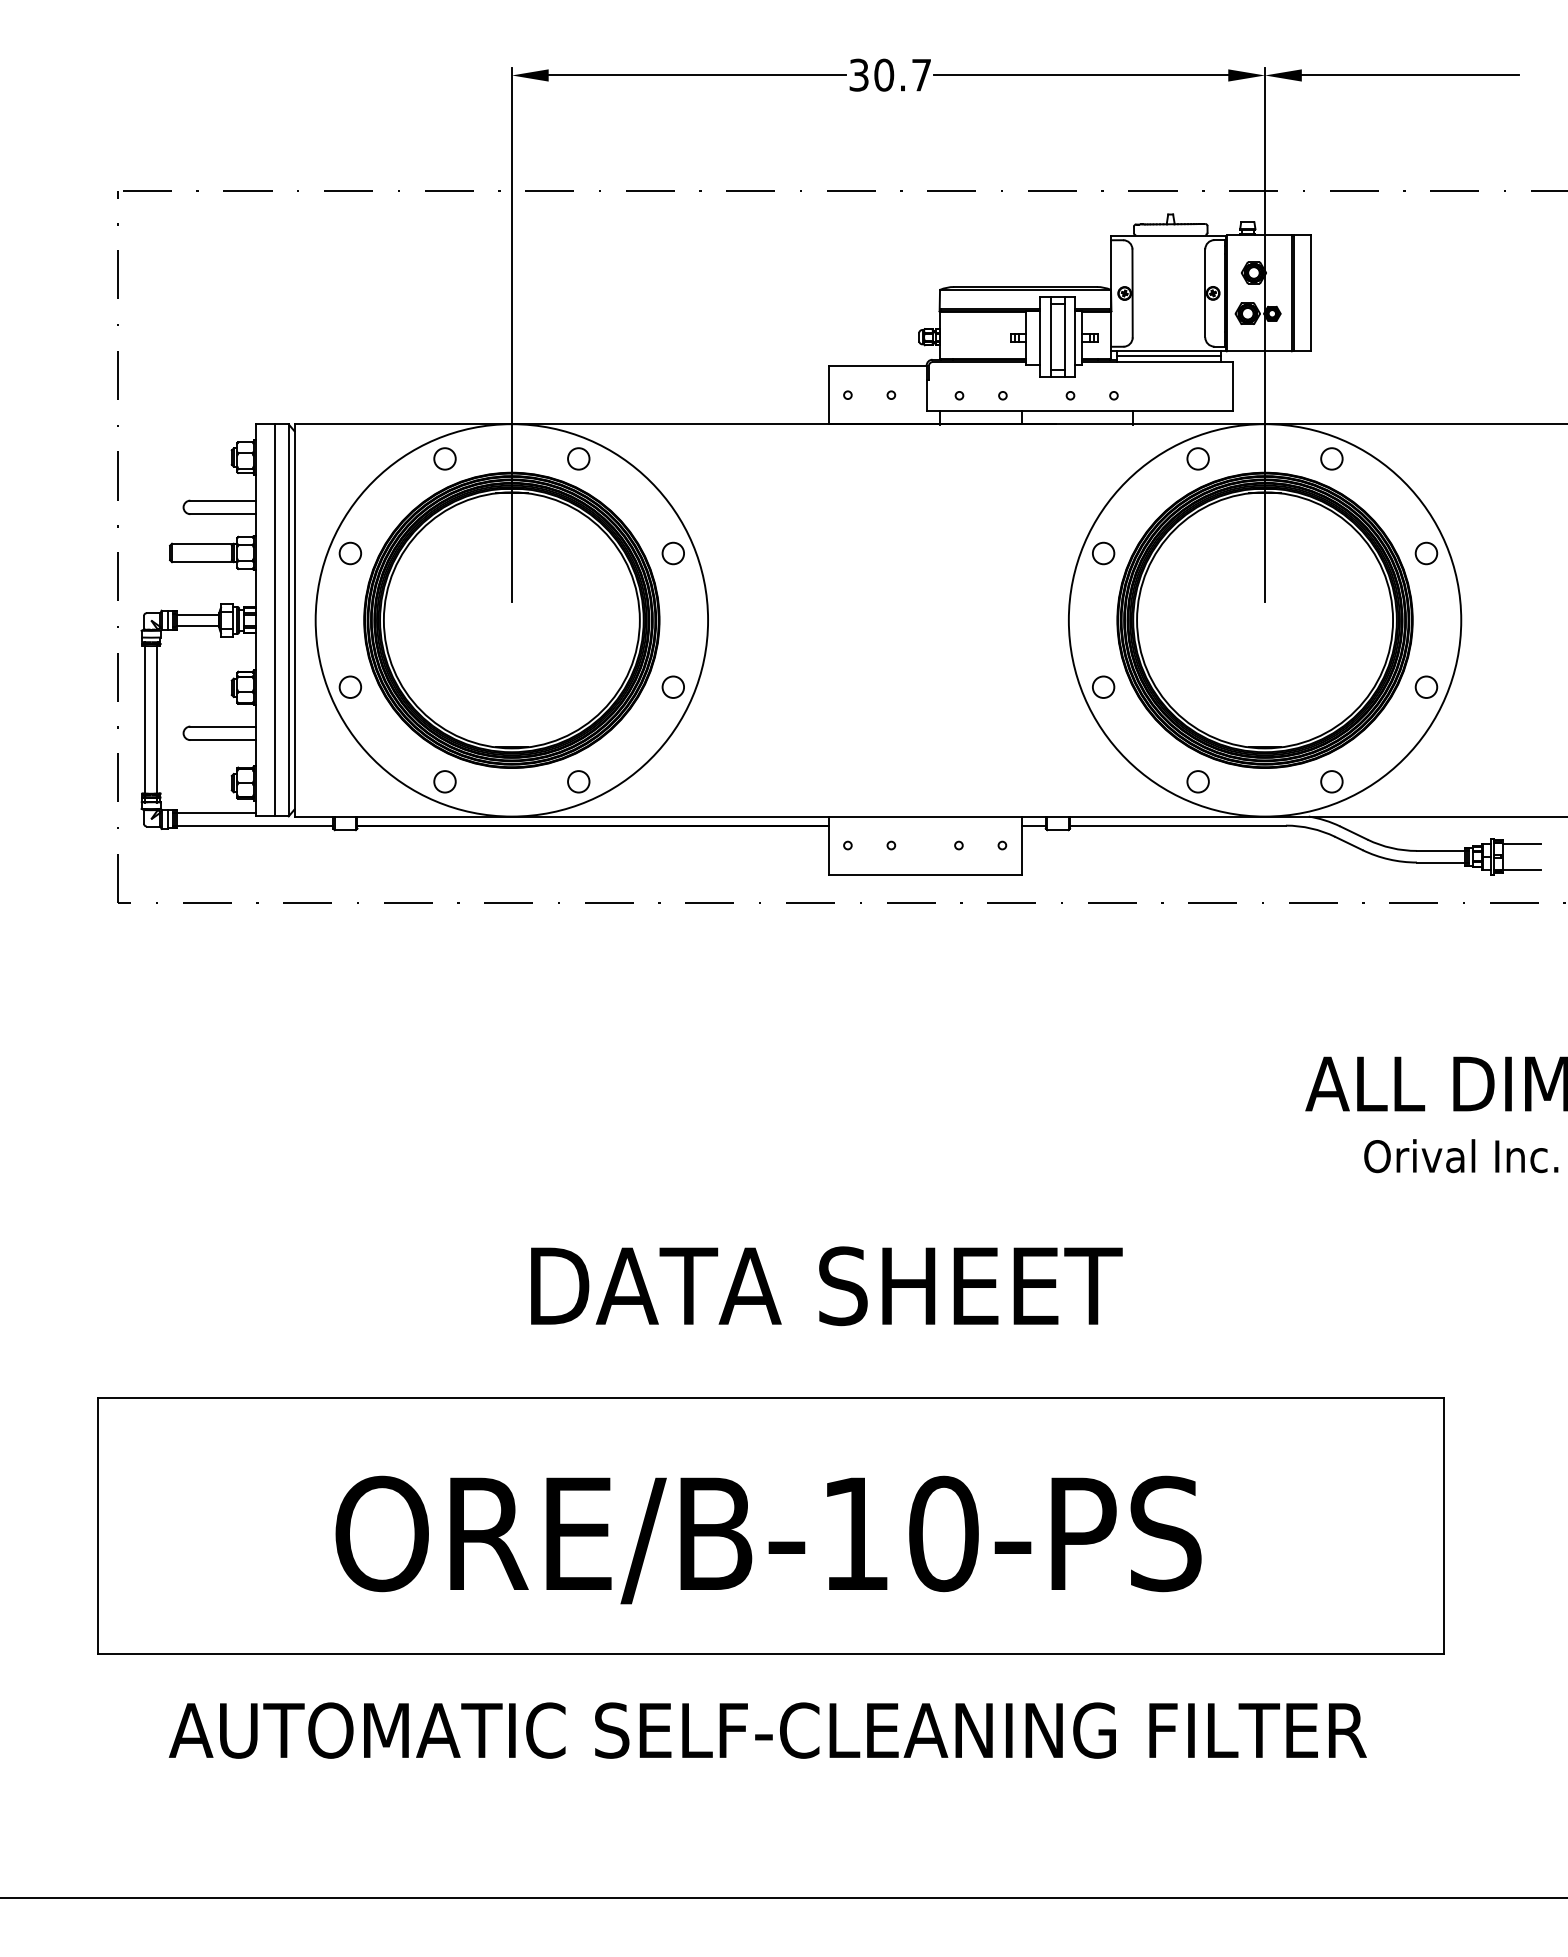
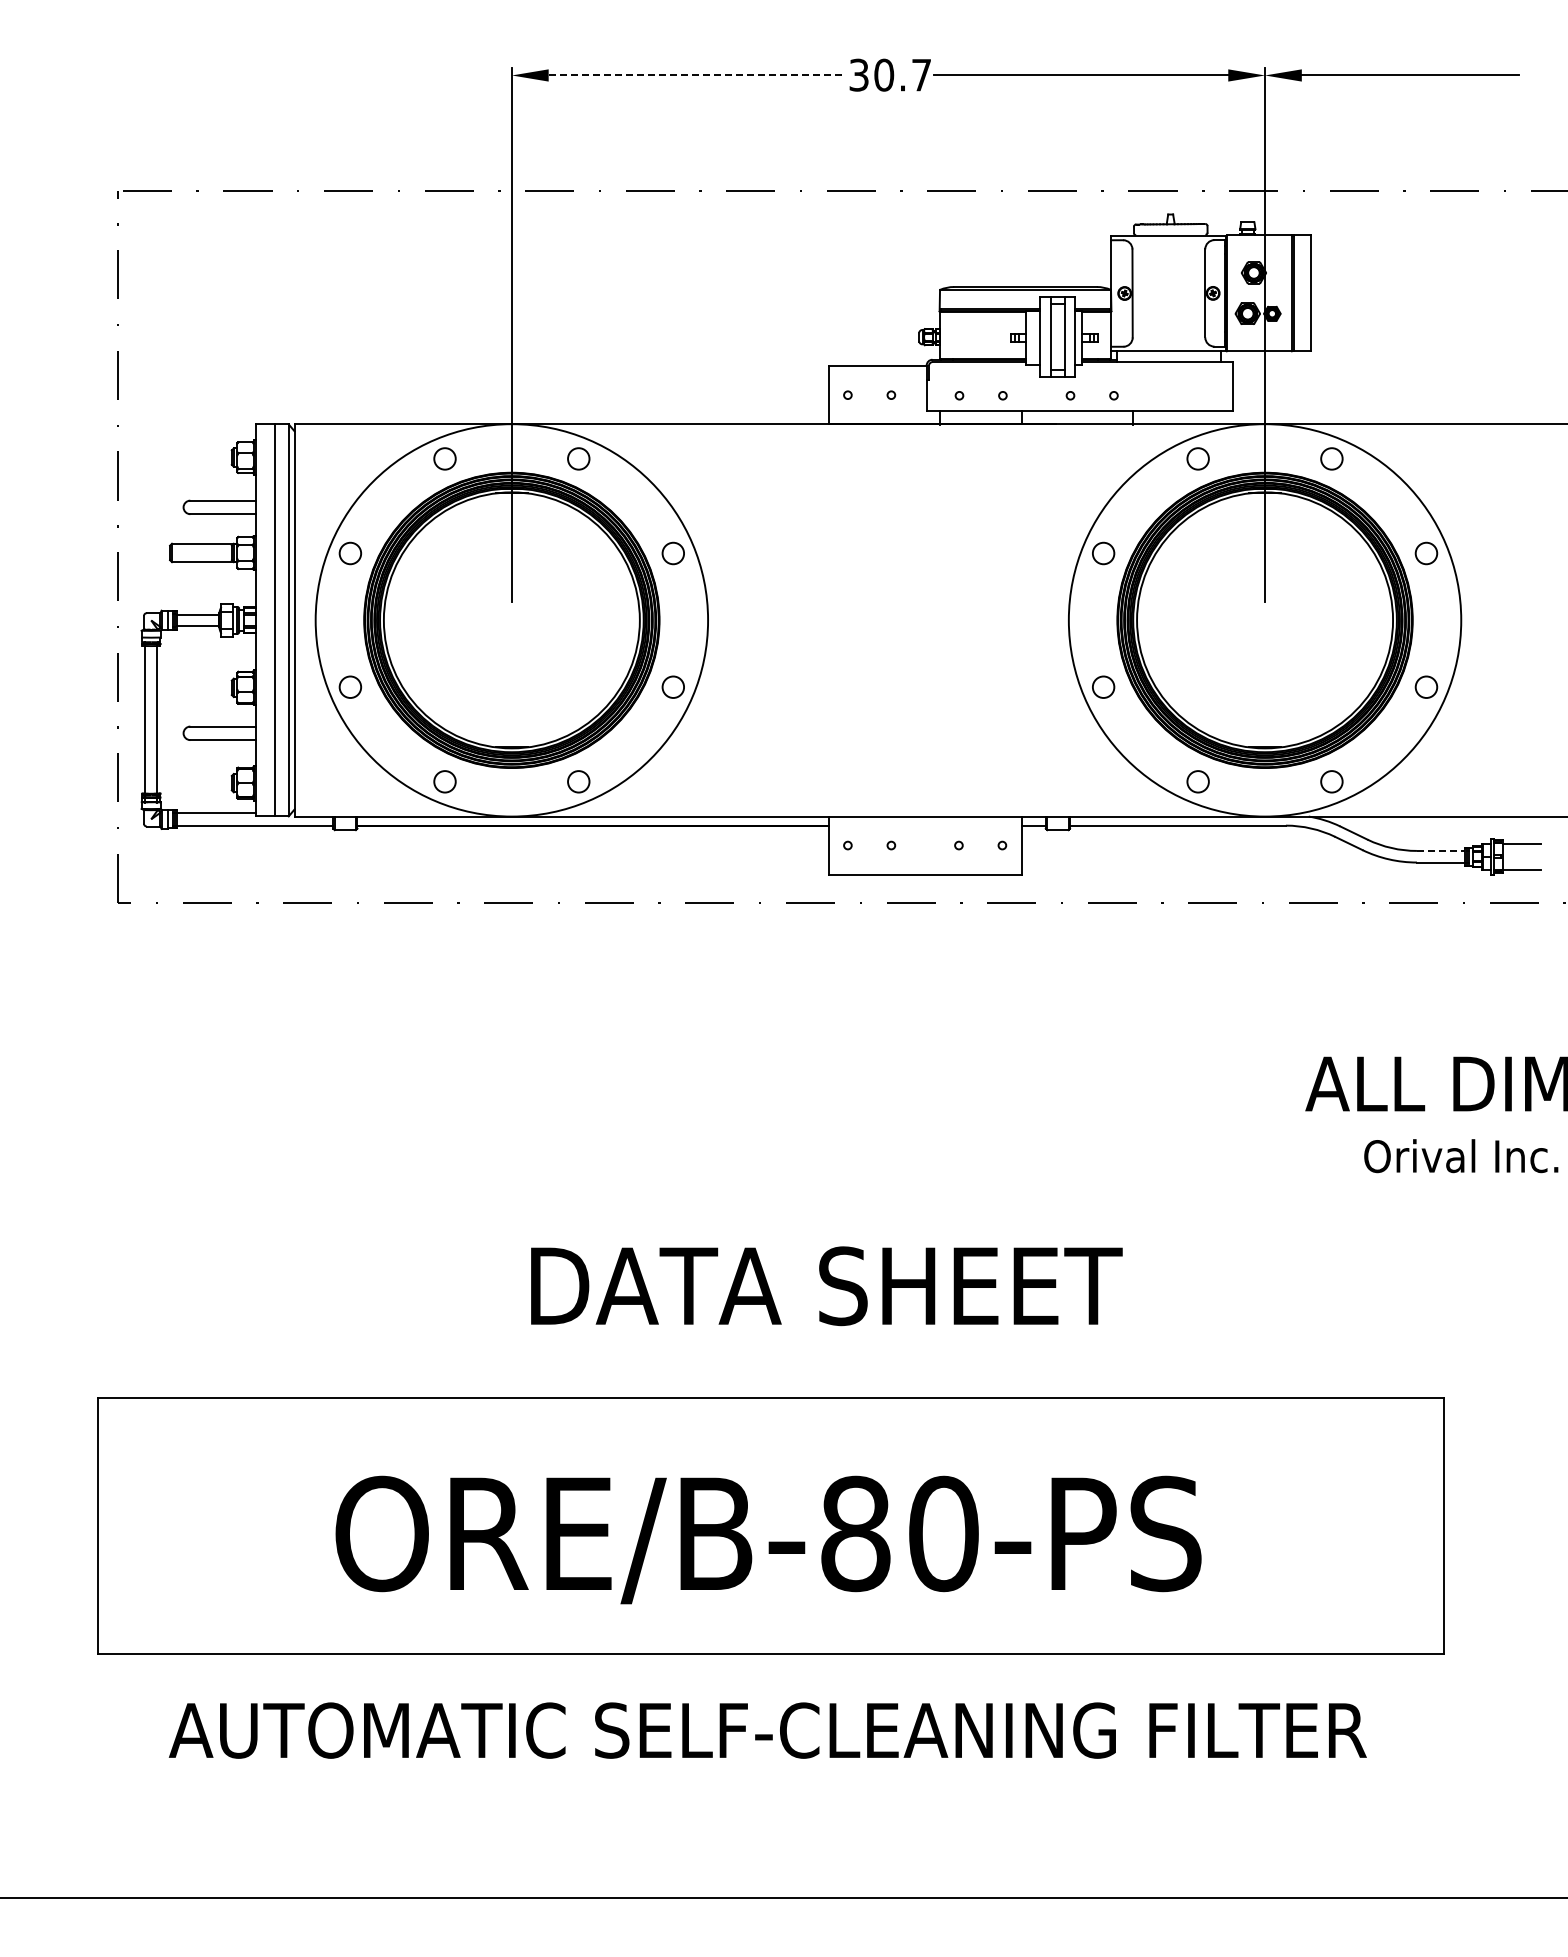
line at (697, 75): solid -> dashed
line at (1168, 356): present -> none
line at (1441, 850): solid -> dashed
text at (855, 1533): ORE/B-10-PS -> ORE/B-80-PS
